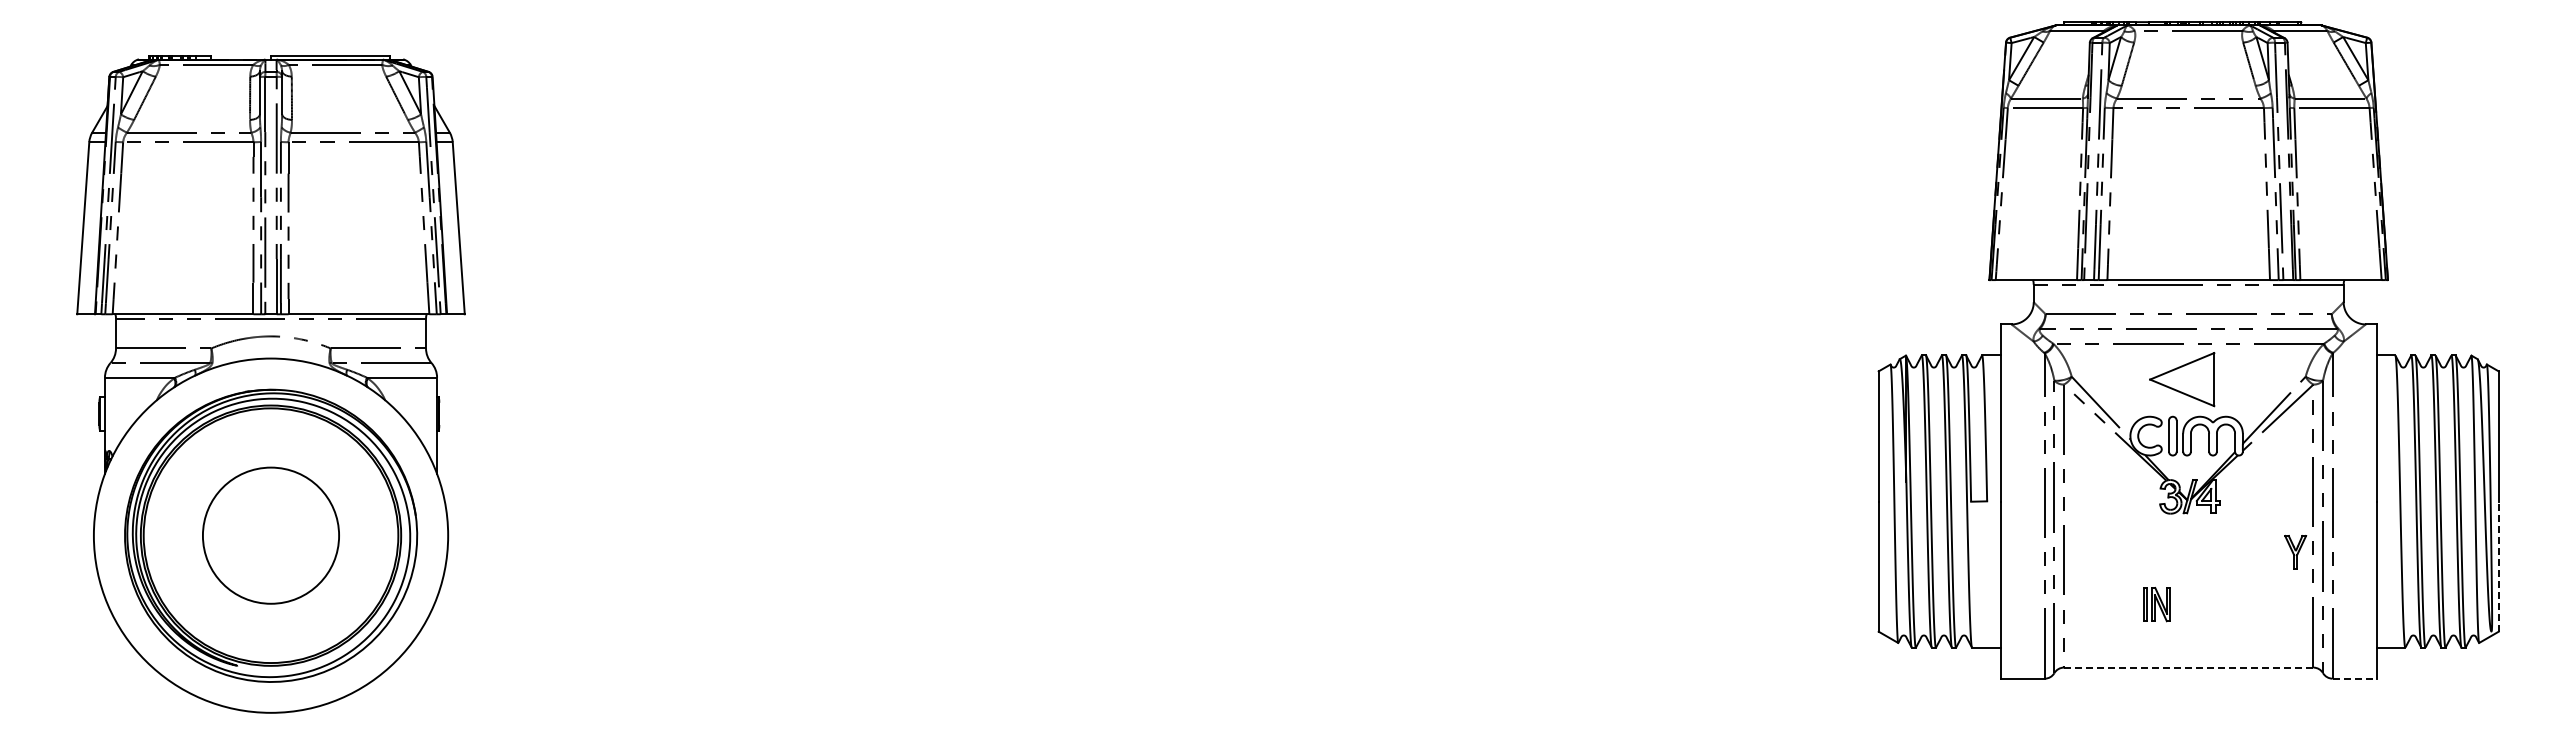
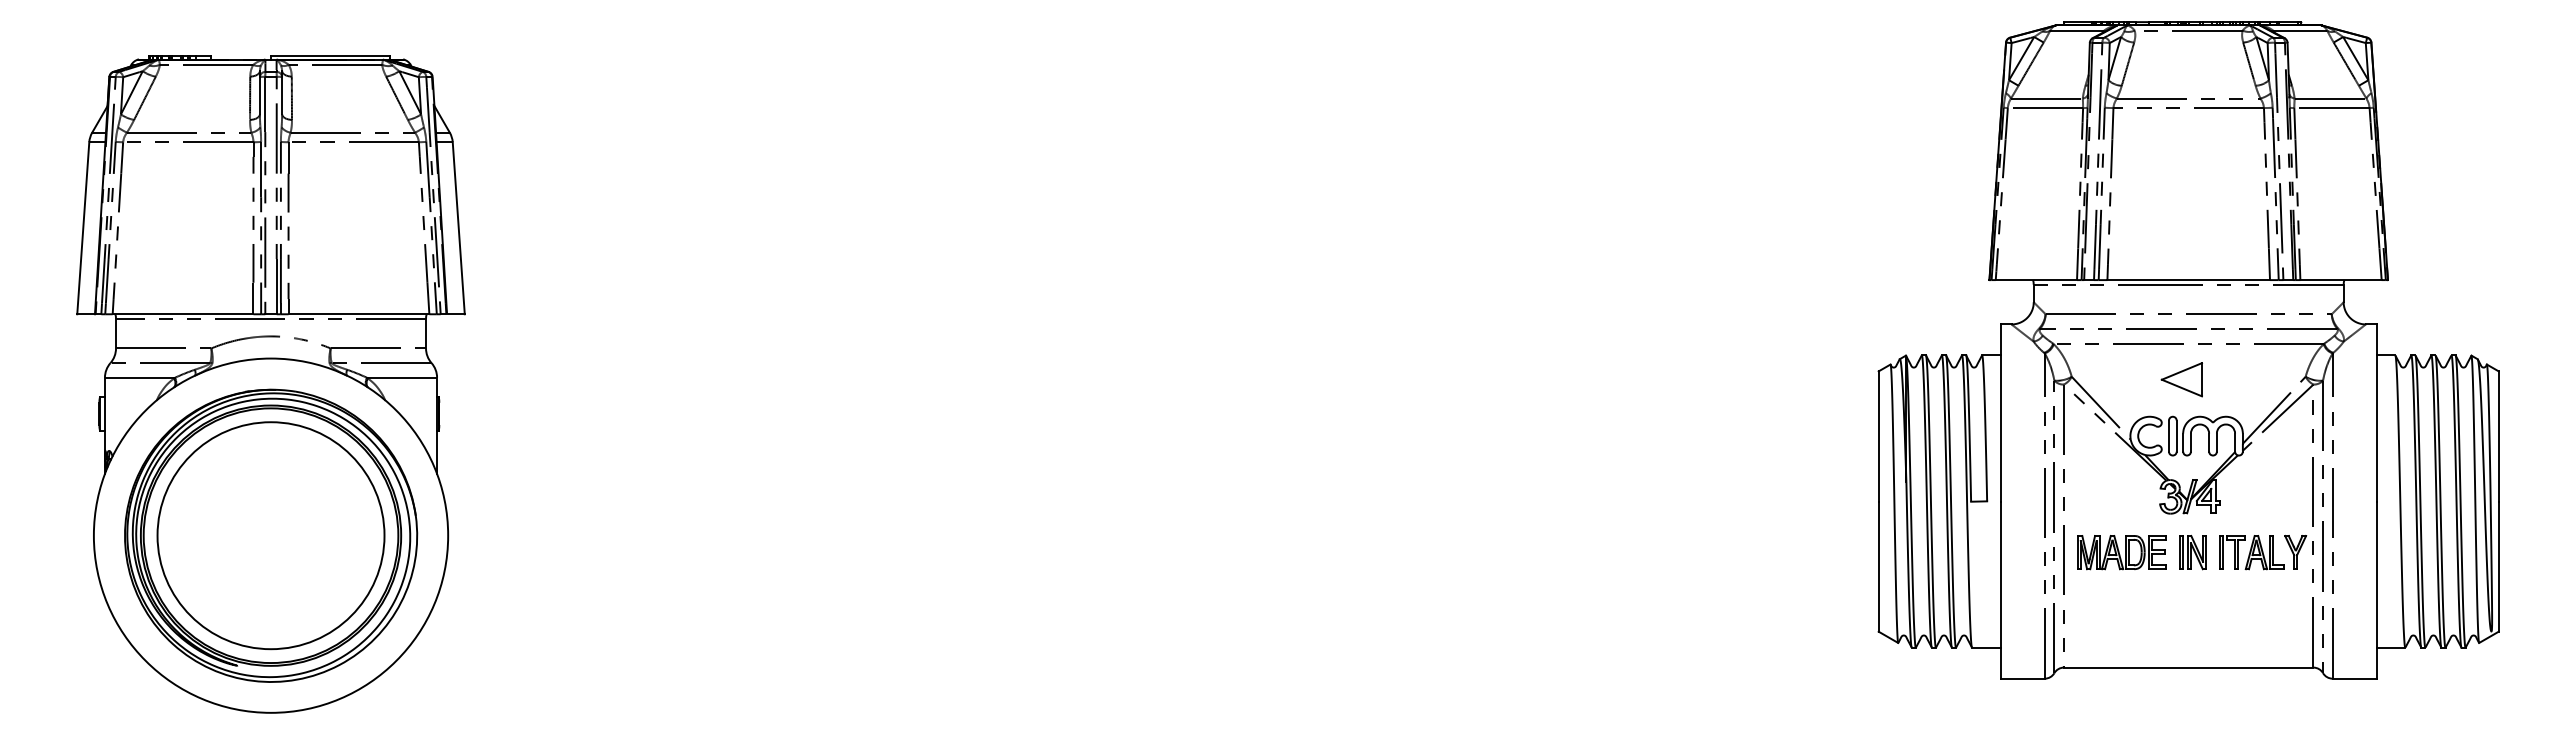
part at (2182, 379) size: 67x56 px -> 43x36 px
circle at (270, 535) diameter: 136 px -> 227 px
part at (2121, 552): none -> present
part at (2251, 552): none -> present
line at (2498, 566): dashed -> solid
part at (2156, 604) position: (2156, 604) -> (2192, 552)
line at (2188, 667): dashed -> solid
line at (2355, 678): dashed -> solid
